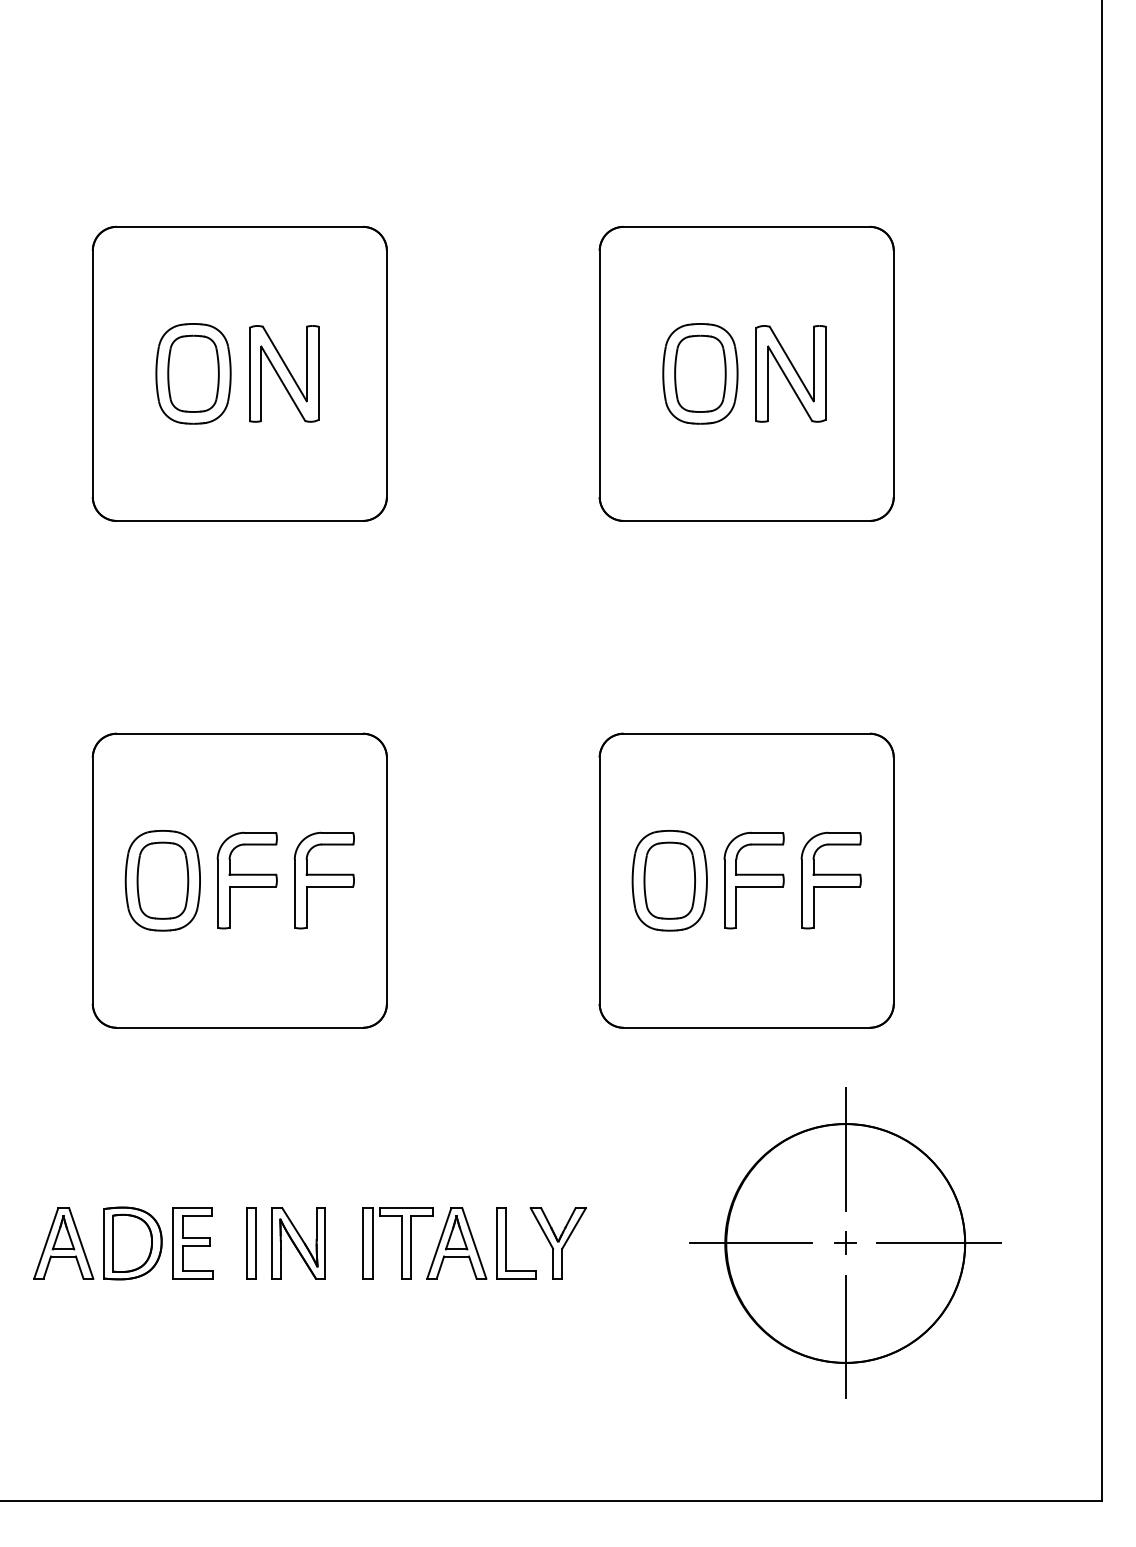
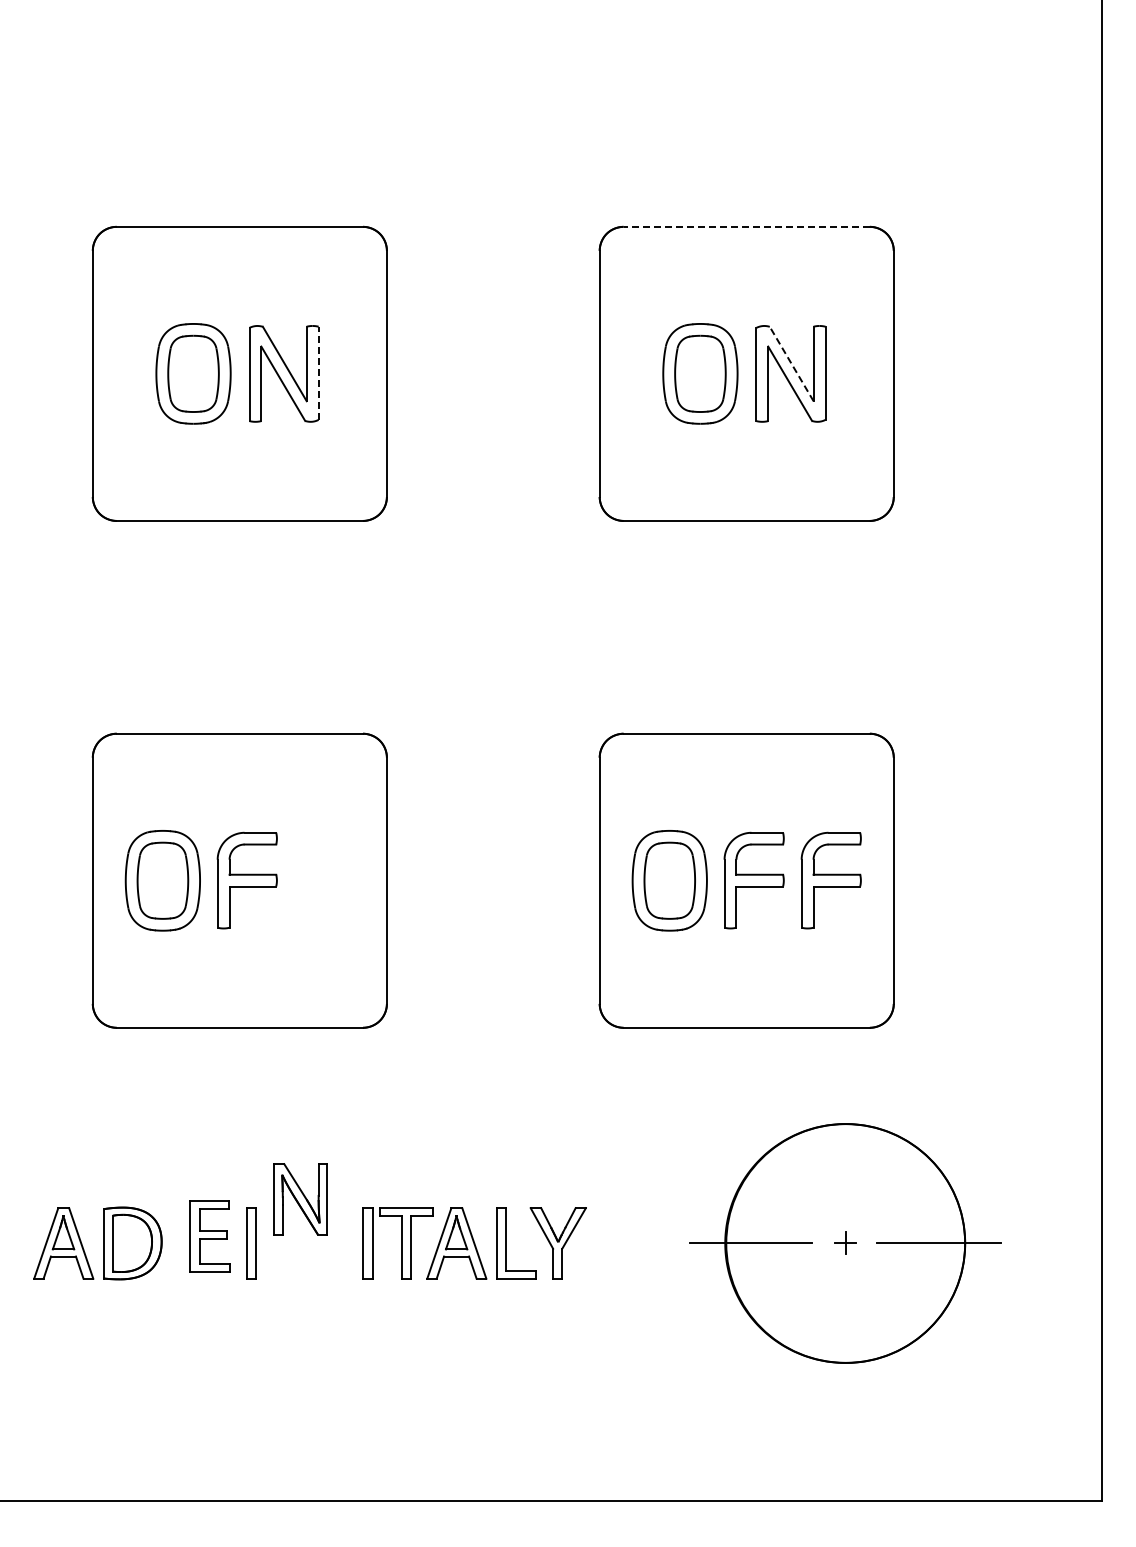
line at (746, 226): solid -> dashed
line at (791, 363): solid -> dashed
line at (318, 373): solid -> dashed
part at (323, 880): present -> none
line at (845, 1149): present -> none
part at (192, 1243) position: (192, 1243) -> (209, 1236)
part at (298, 1243) position: (298, 1243) -> (300, 1199)
line at (845, 1336): present -> none
